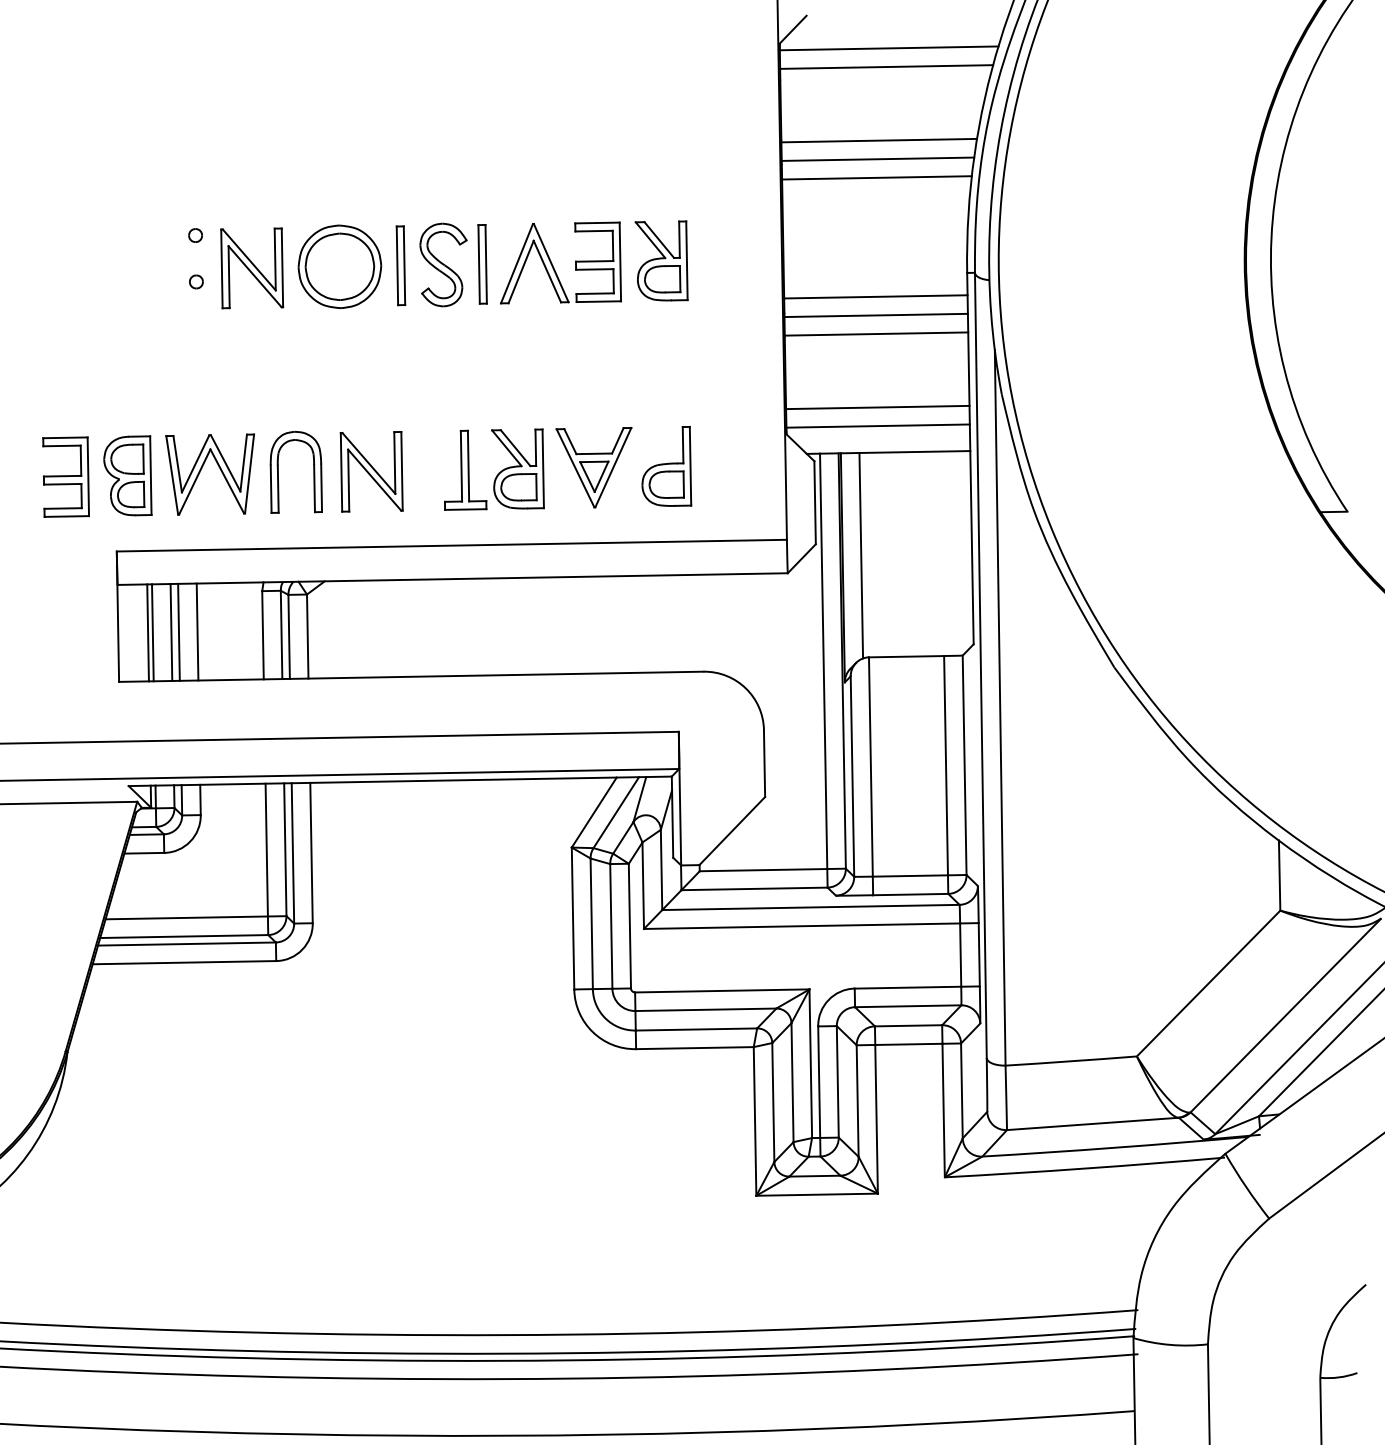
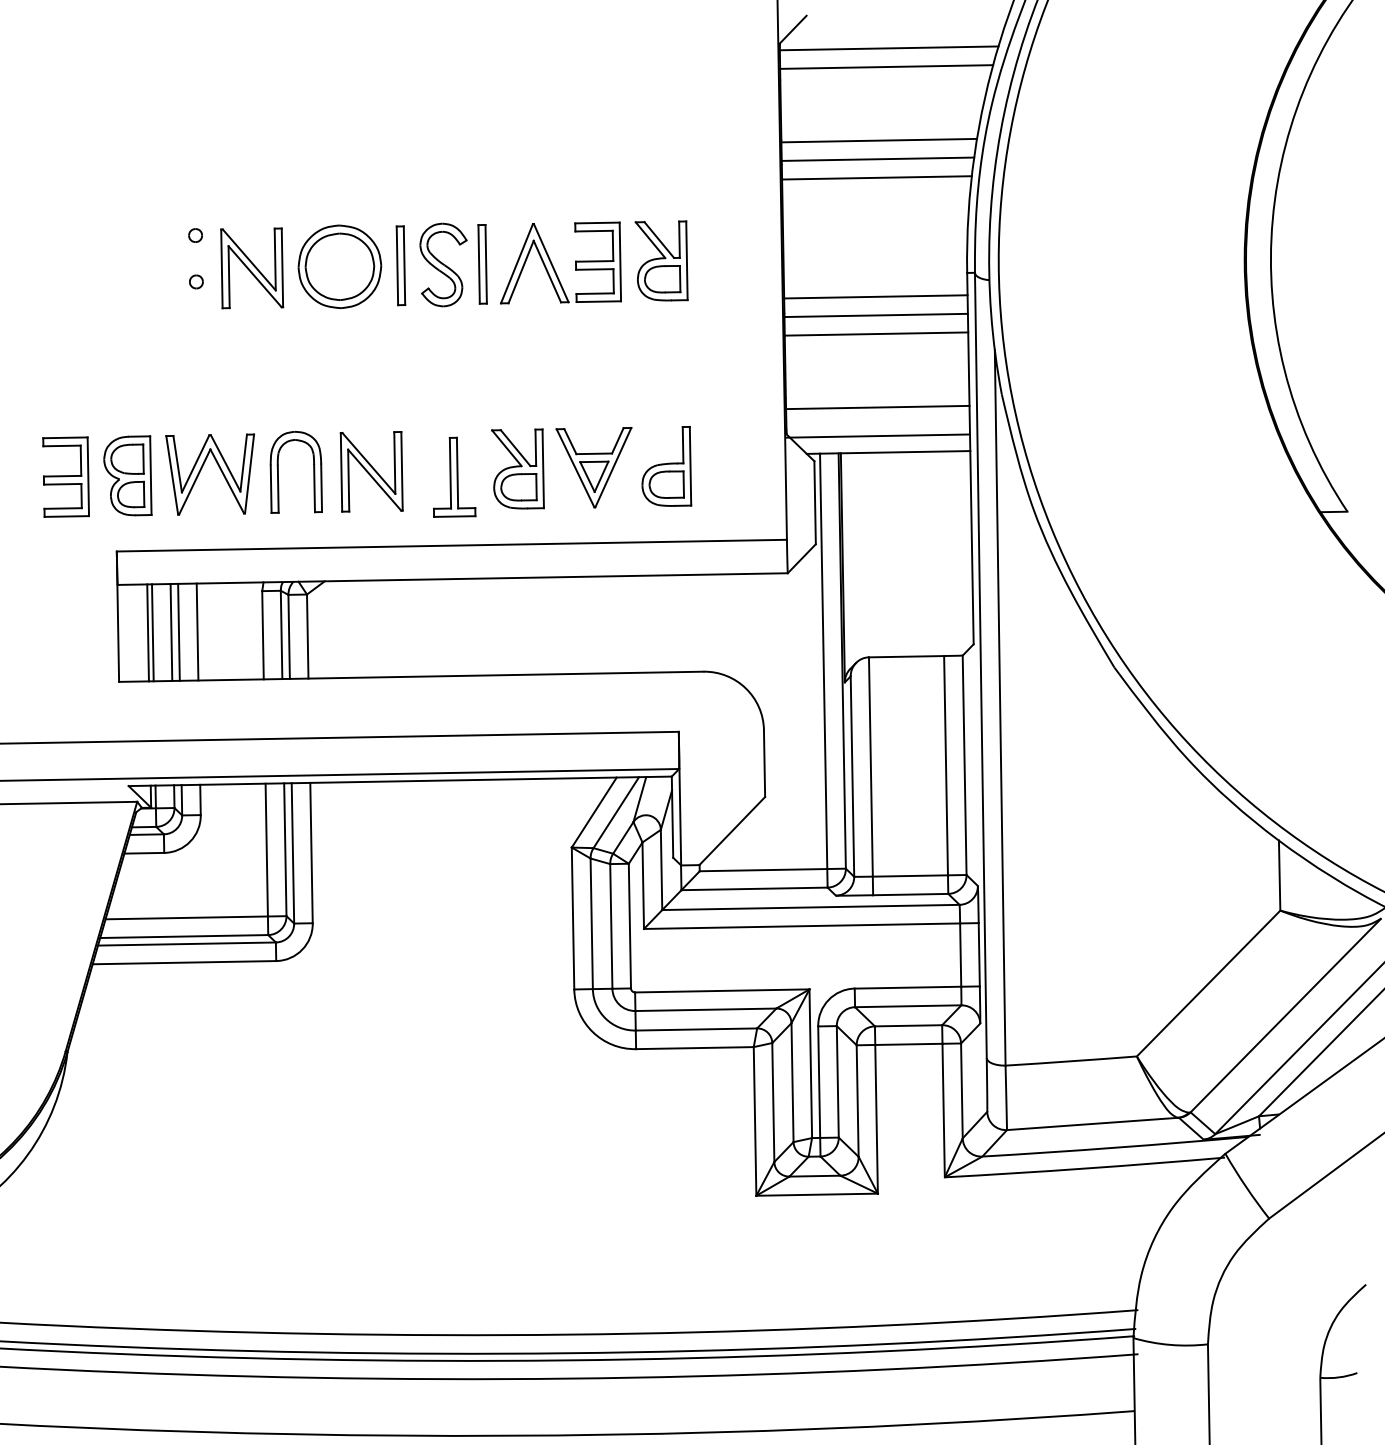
line at (877, 425) position: (877, 425) -> (877, 435)
part at (465, 469) position: (465, 469) -> (454, 476)
line at (861, 555): present -> none
